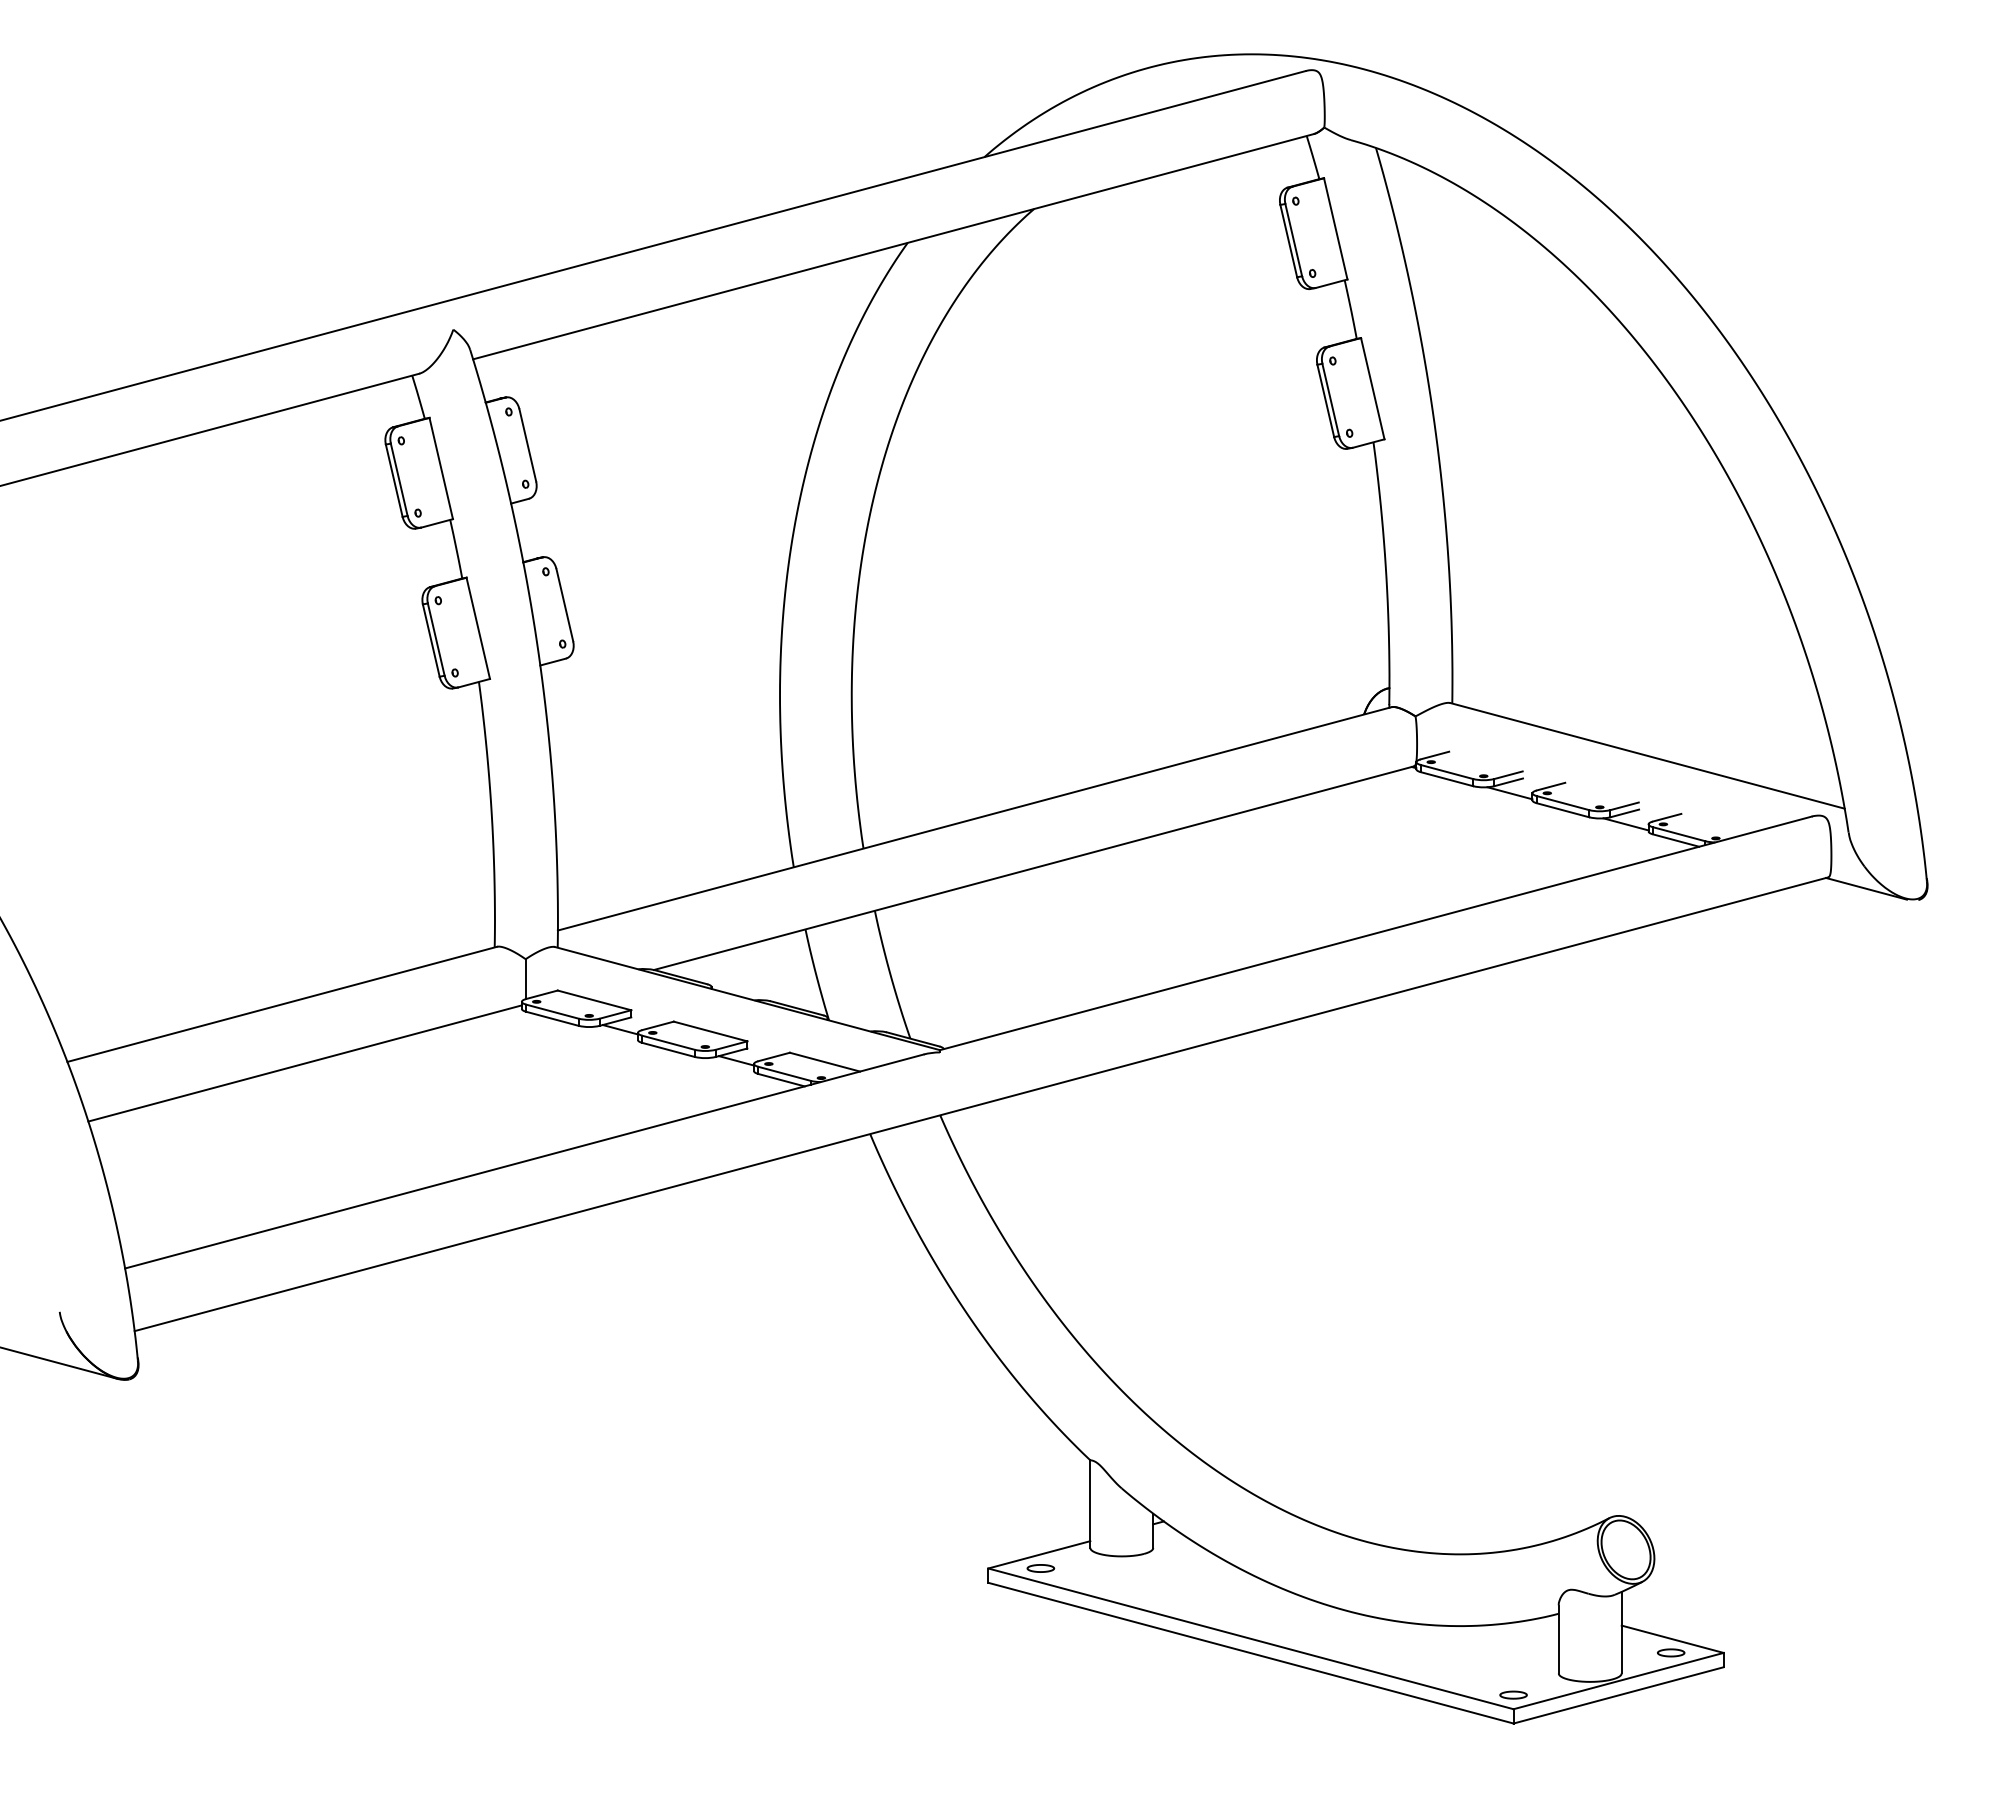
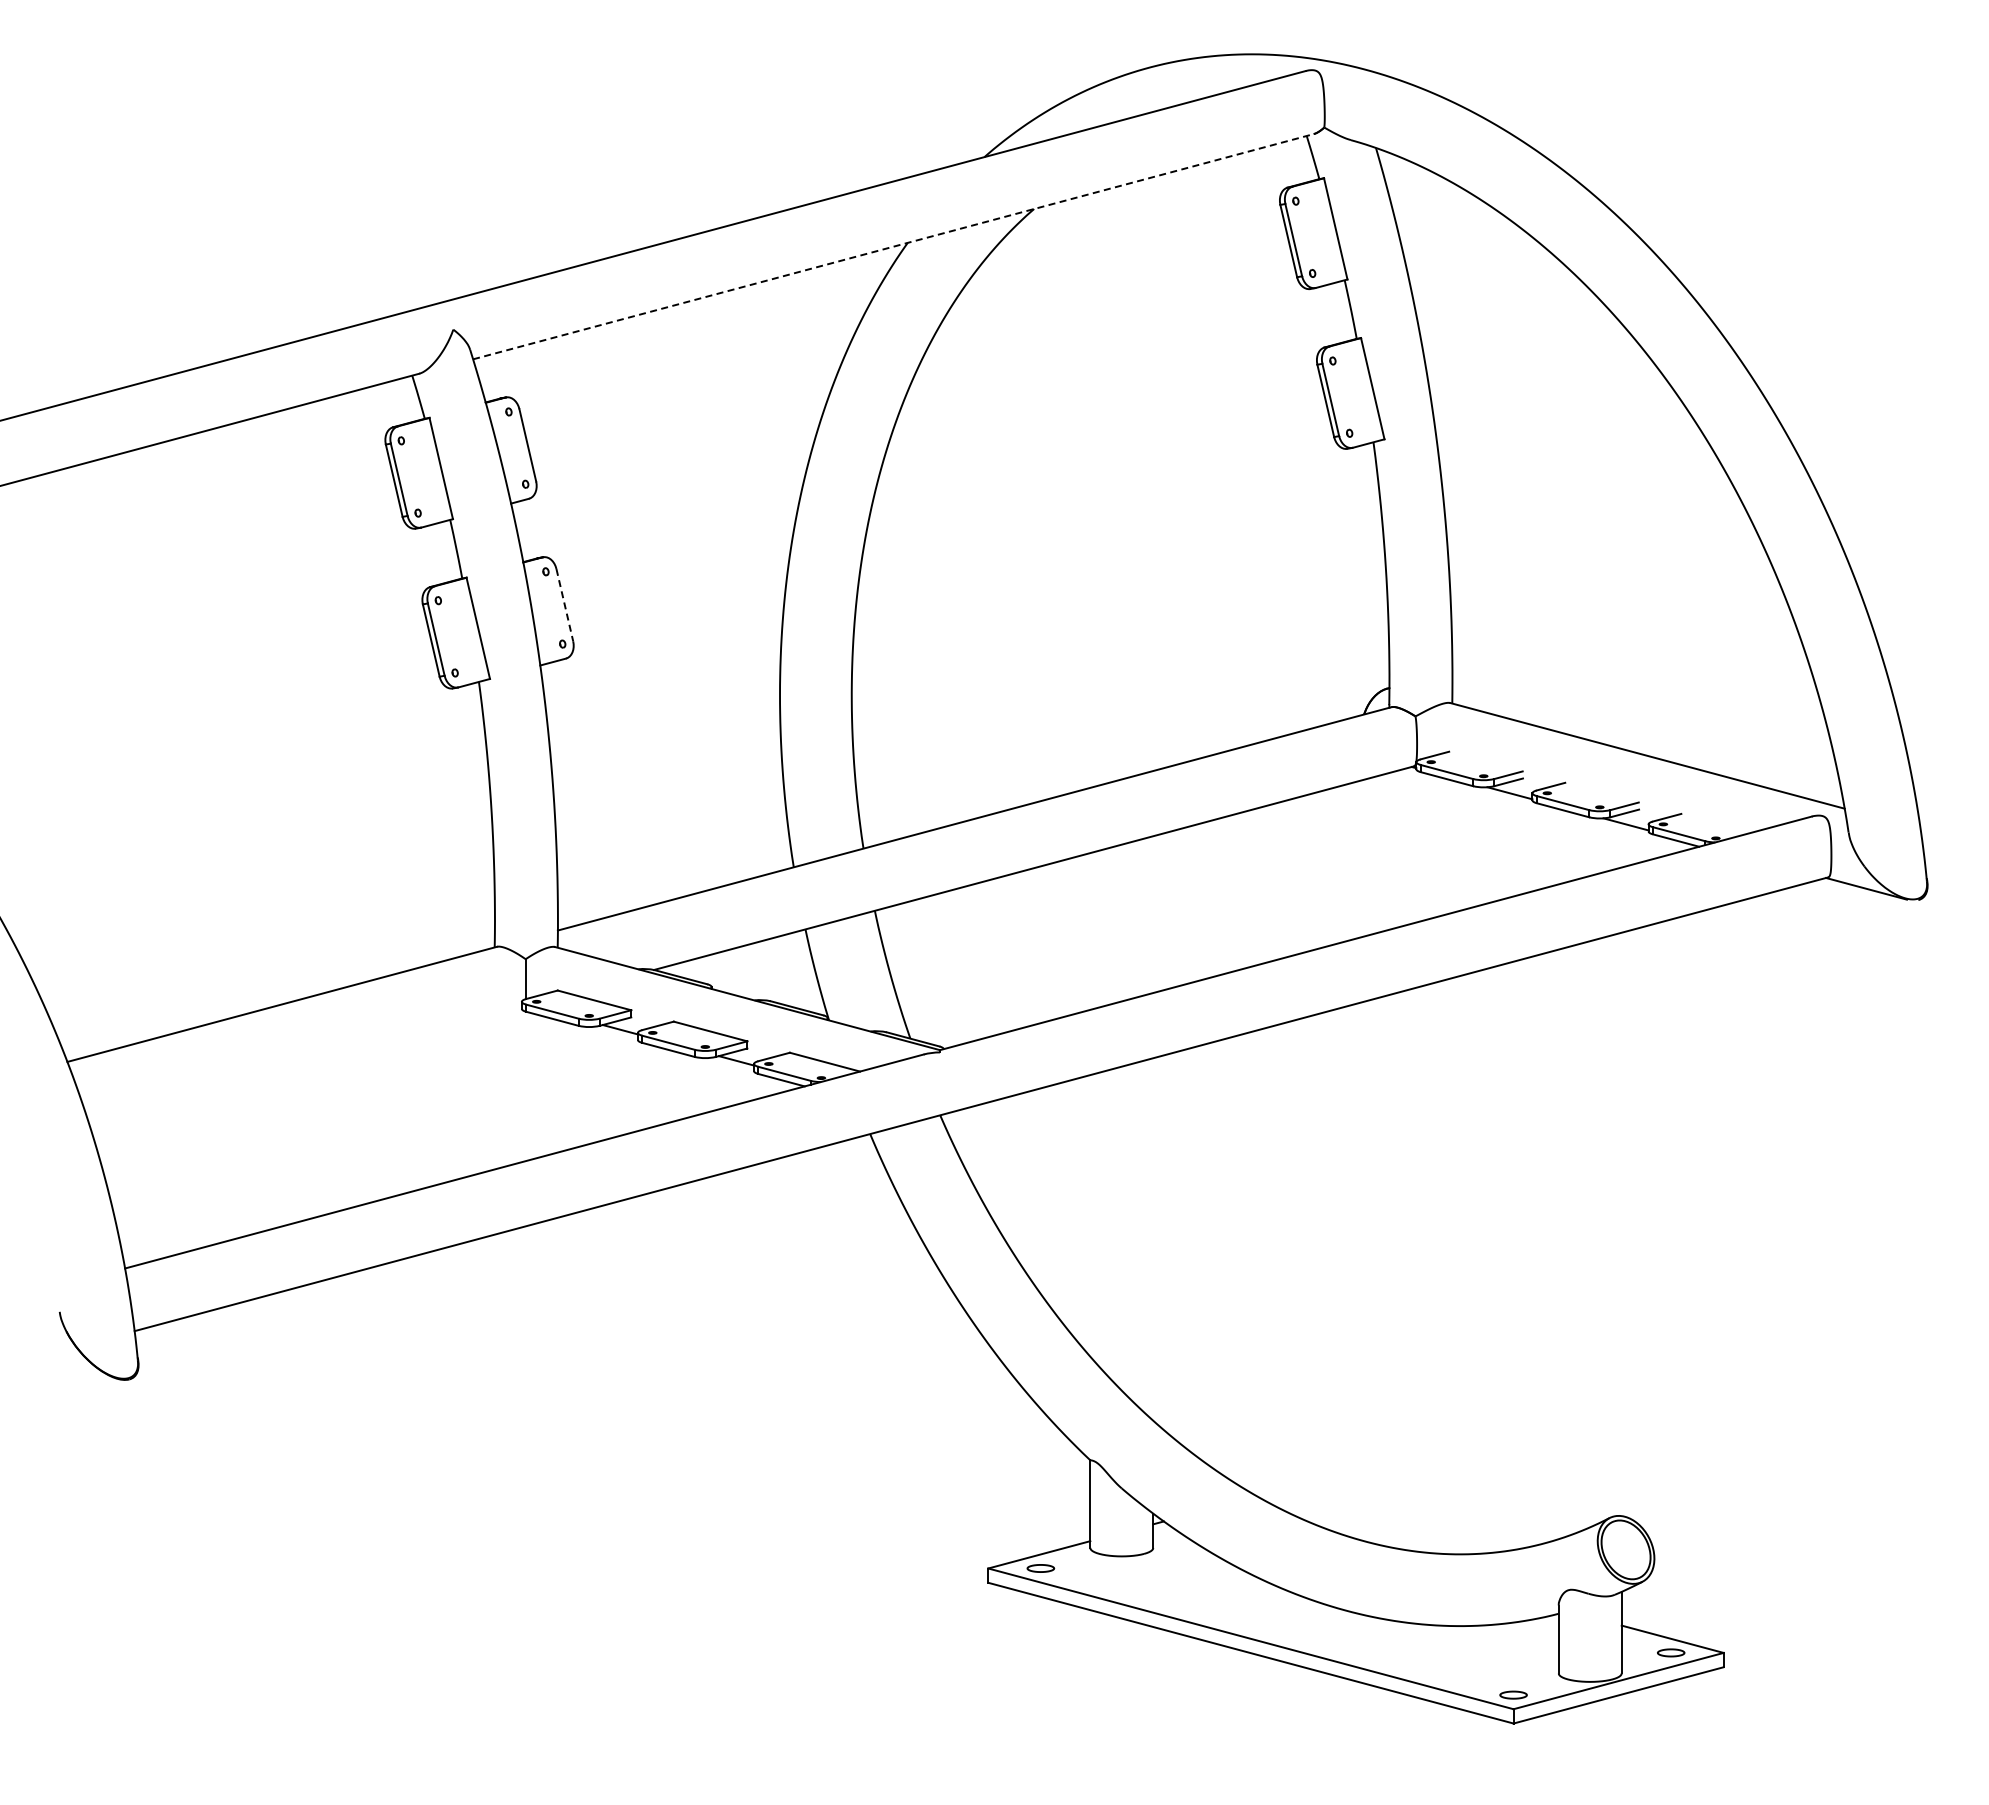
line at (893, 246): solid -> dashed
line at (564, 605): solid -> dashed
line at (304, 1063): present -> none
line at (59, 1363): present -> none
